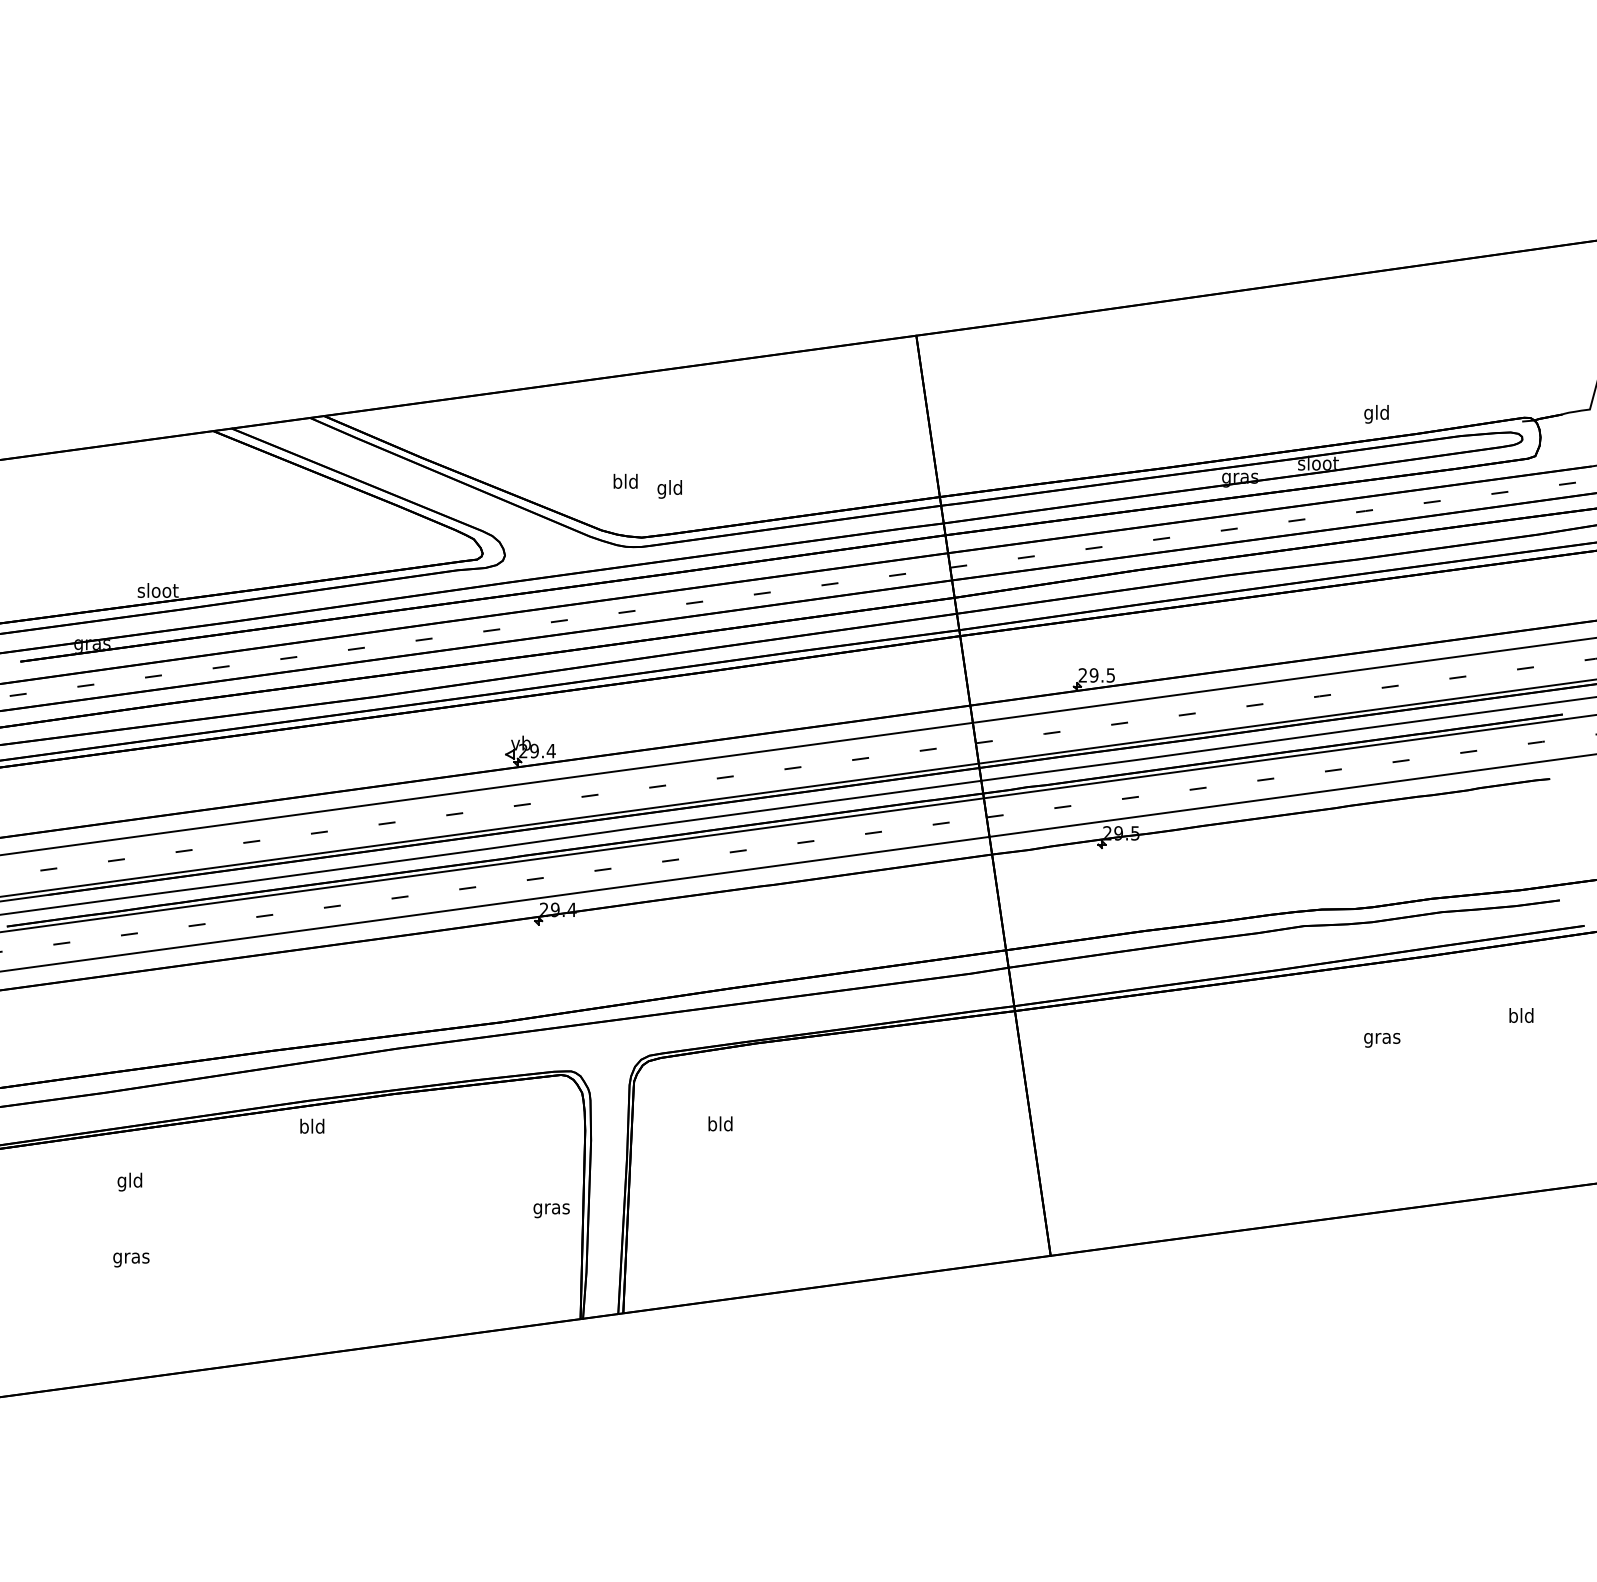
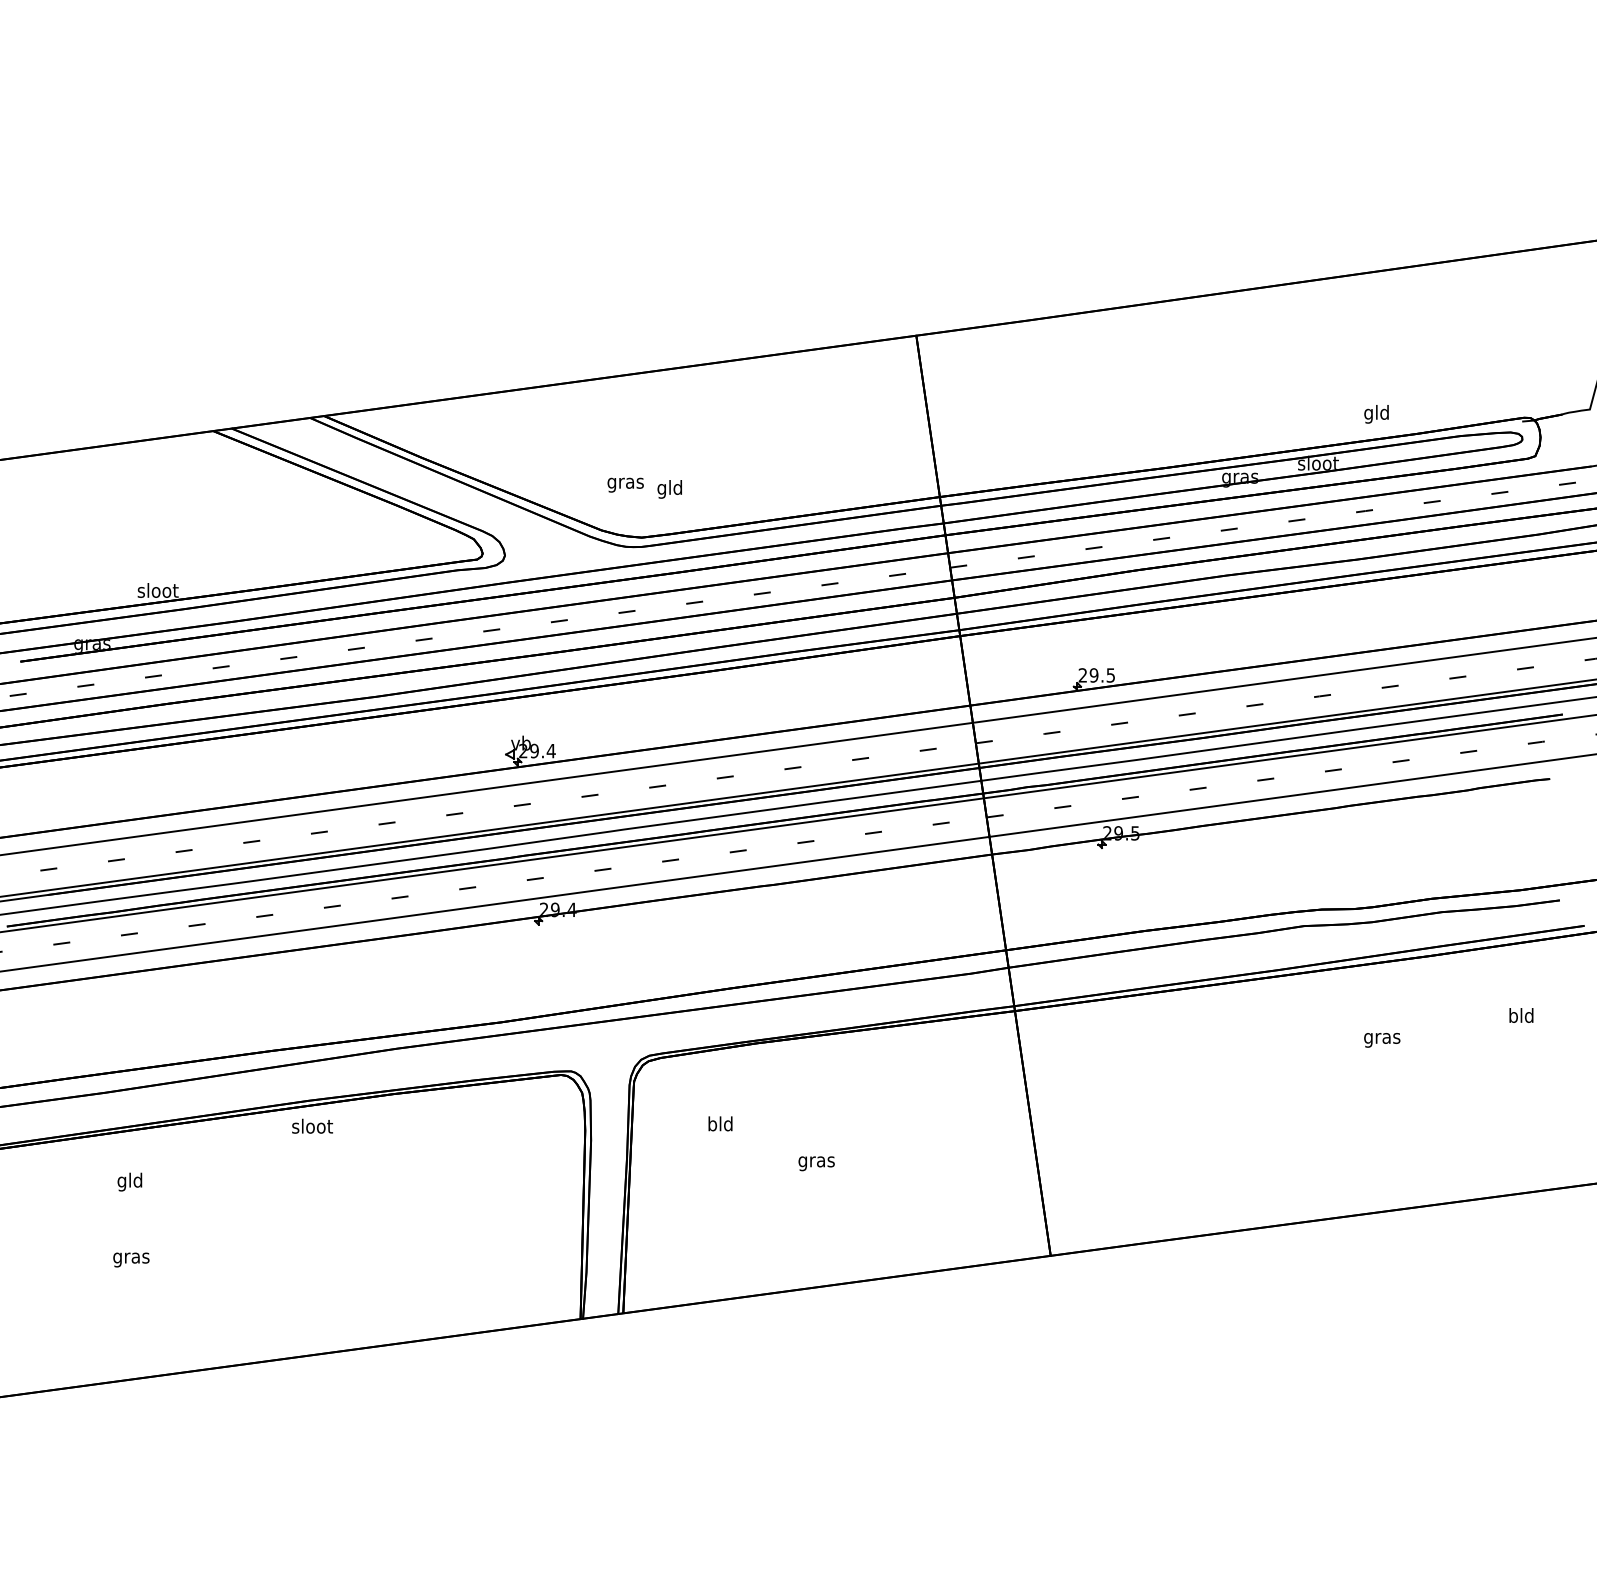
text at (625, 482): bld -> gras
text at (312, 1125): bld -> sloot
text at (551, 1210) position: (551, 1210) -> (816, 1163)
